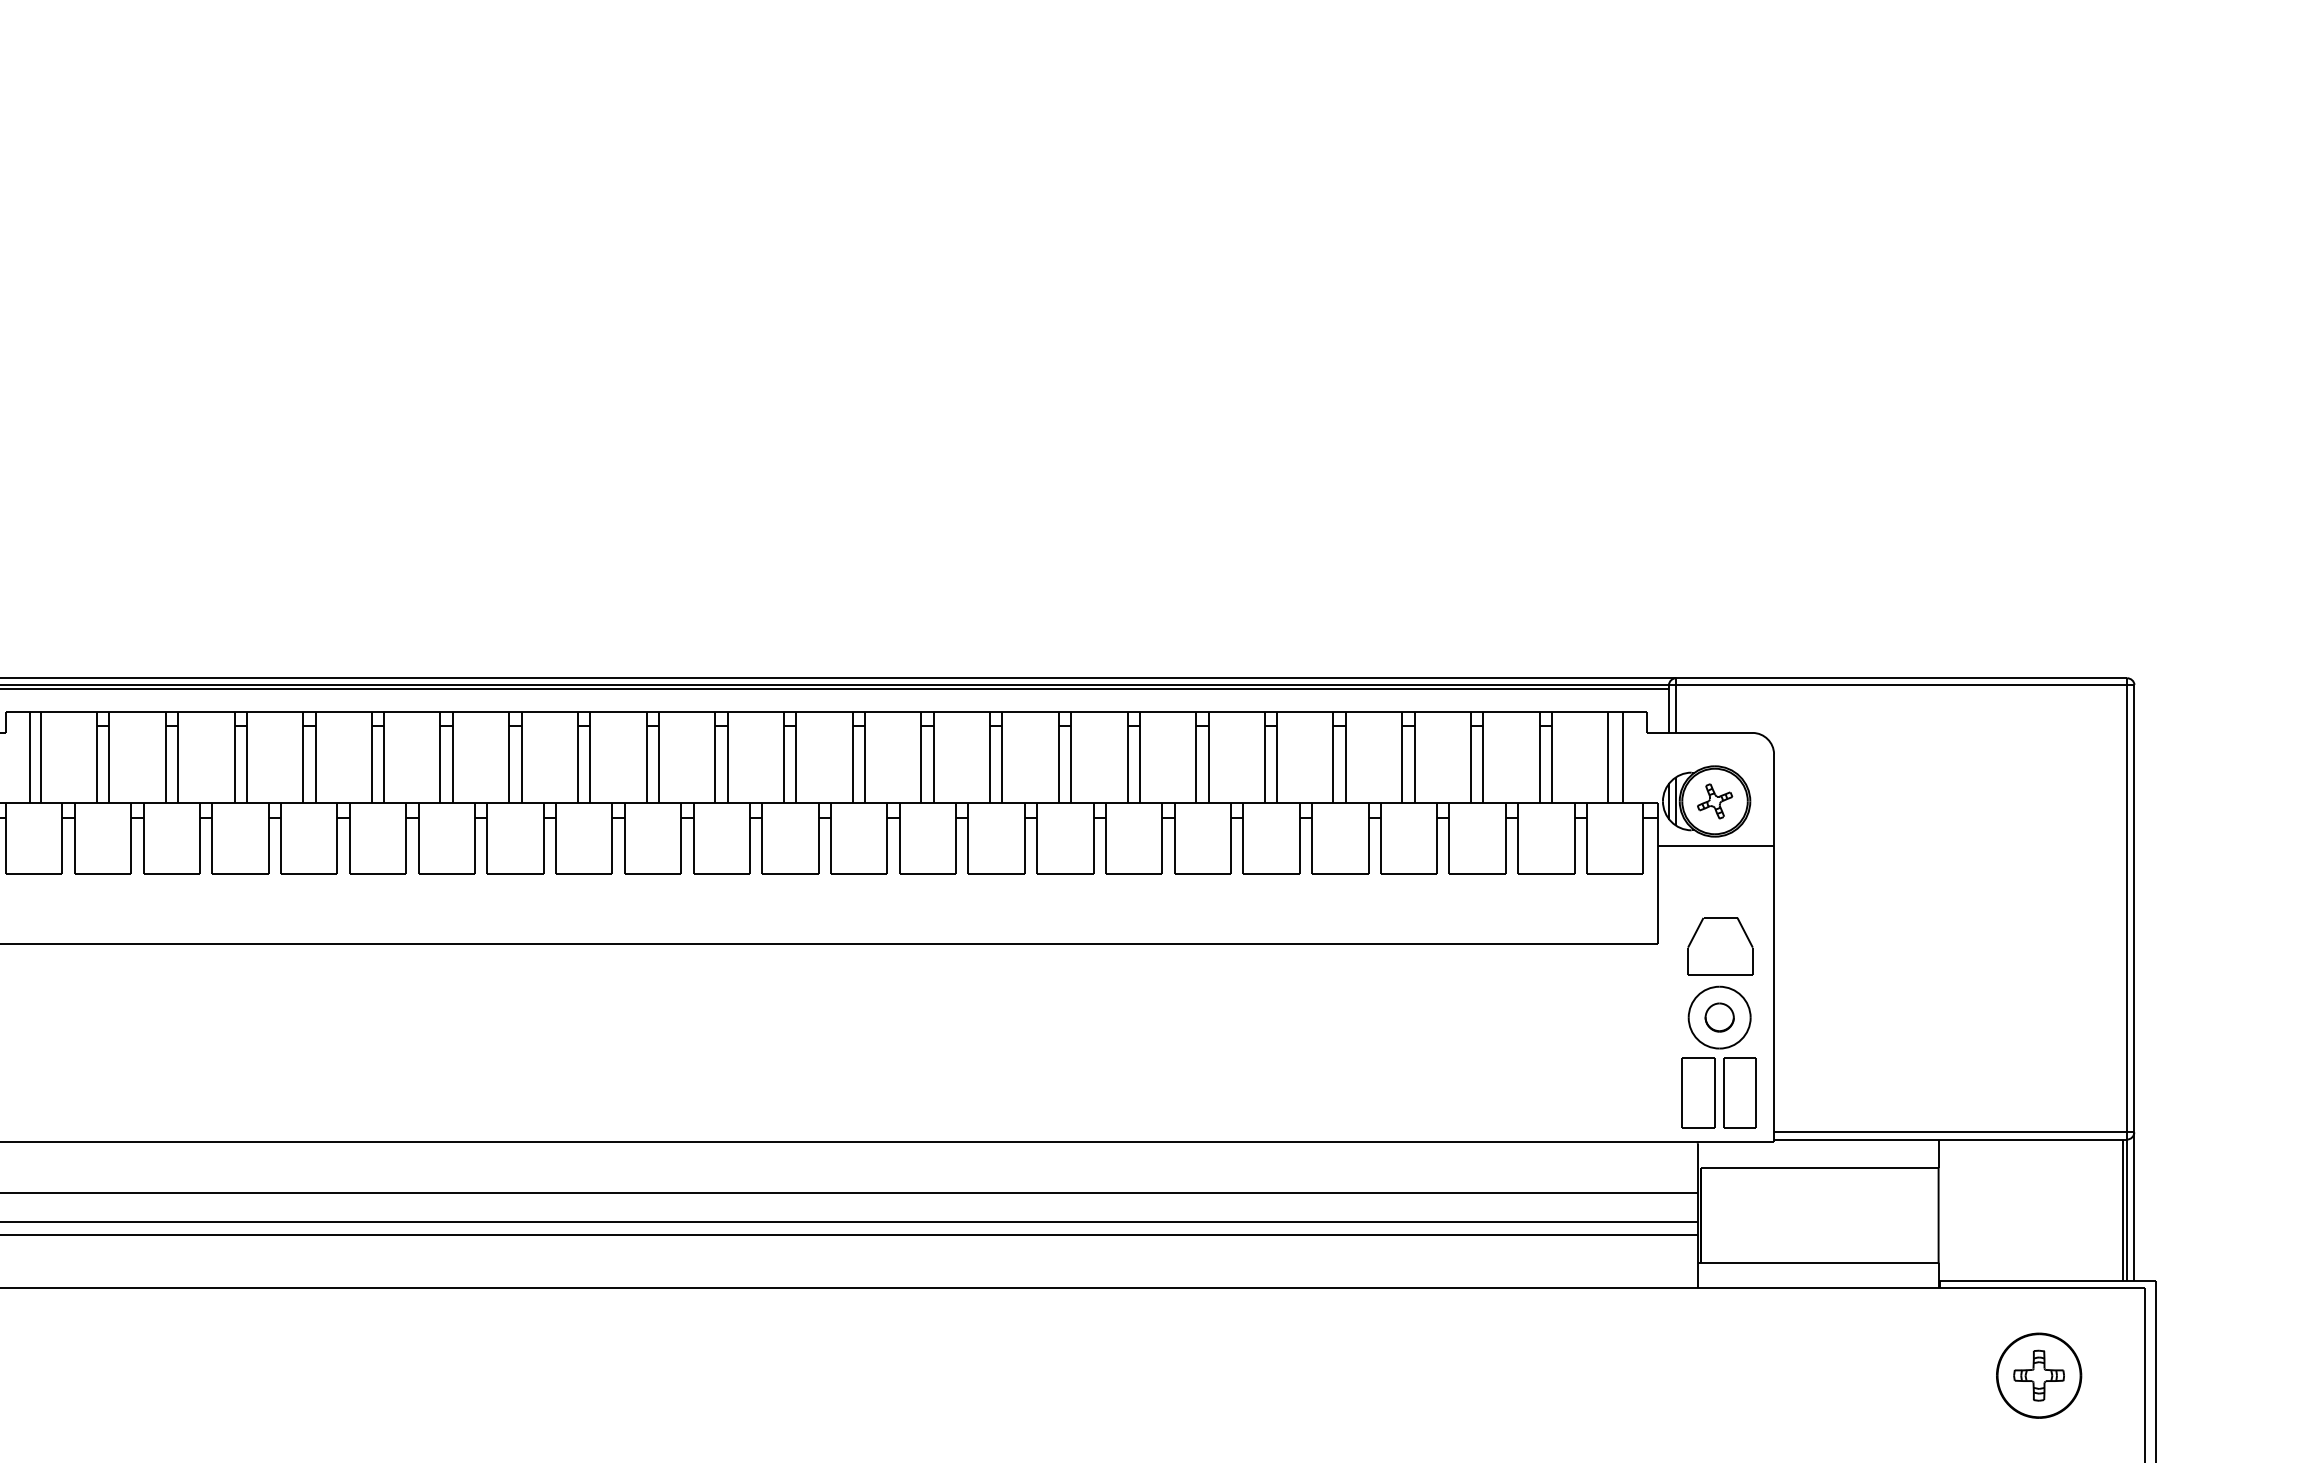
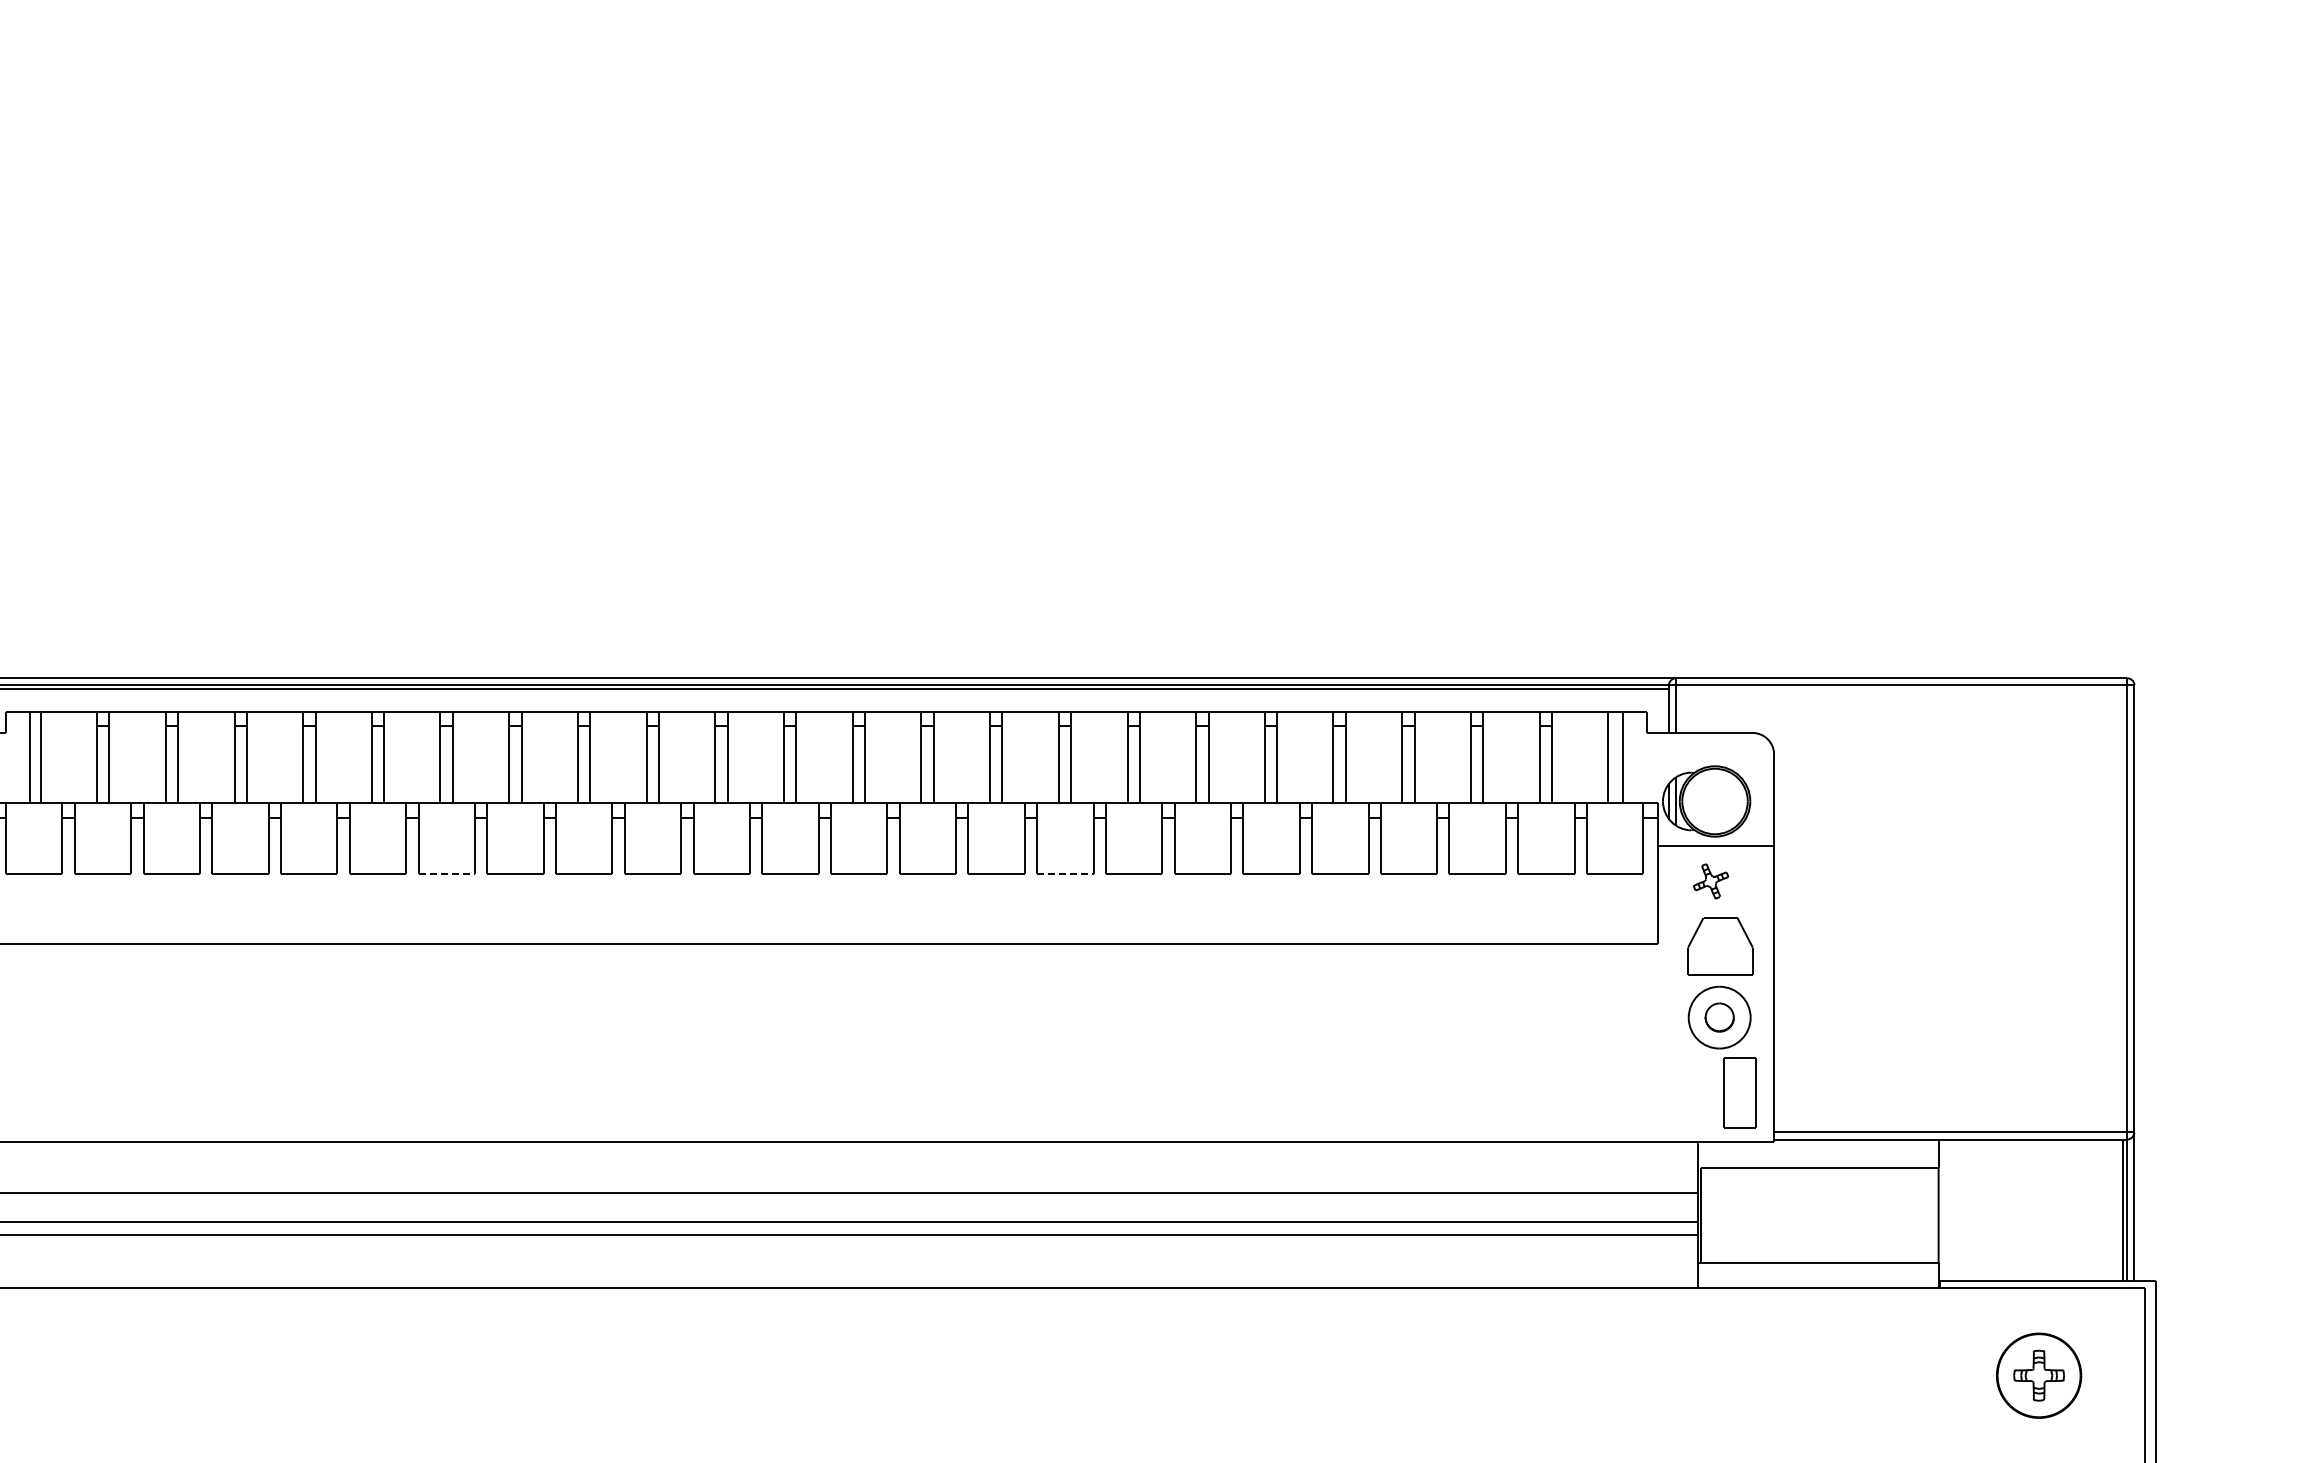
part at (1715, 801) position: (1715, 801) -> (1711, 881)
line at (447, 873): solid -> dashed
line at (1065, 873): solid -> dashed
part at (1698, 1092): present -> none
